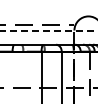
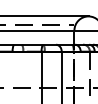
line at (45, 16): none -> present
line at (48, 30): dashed -> solid
